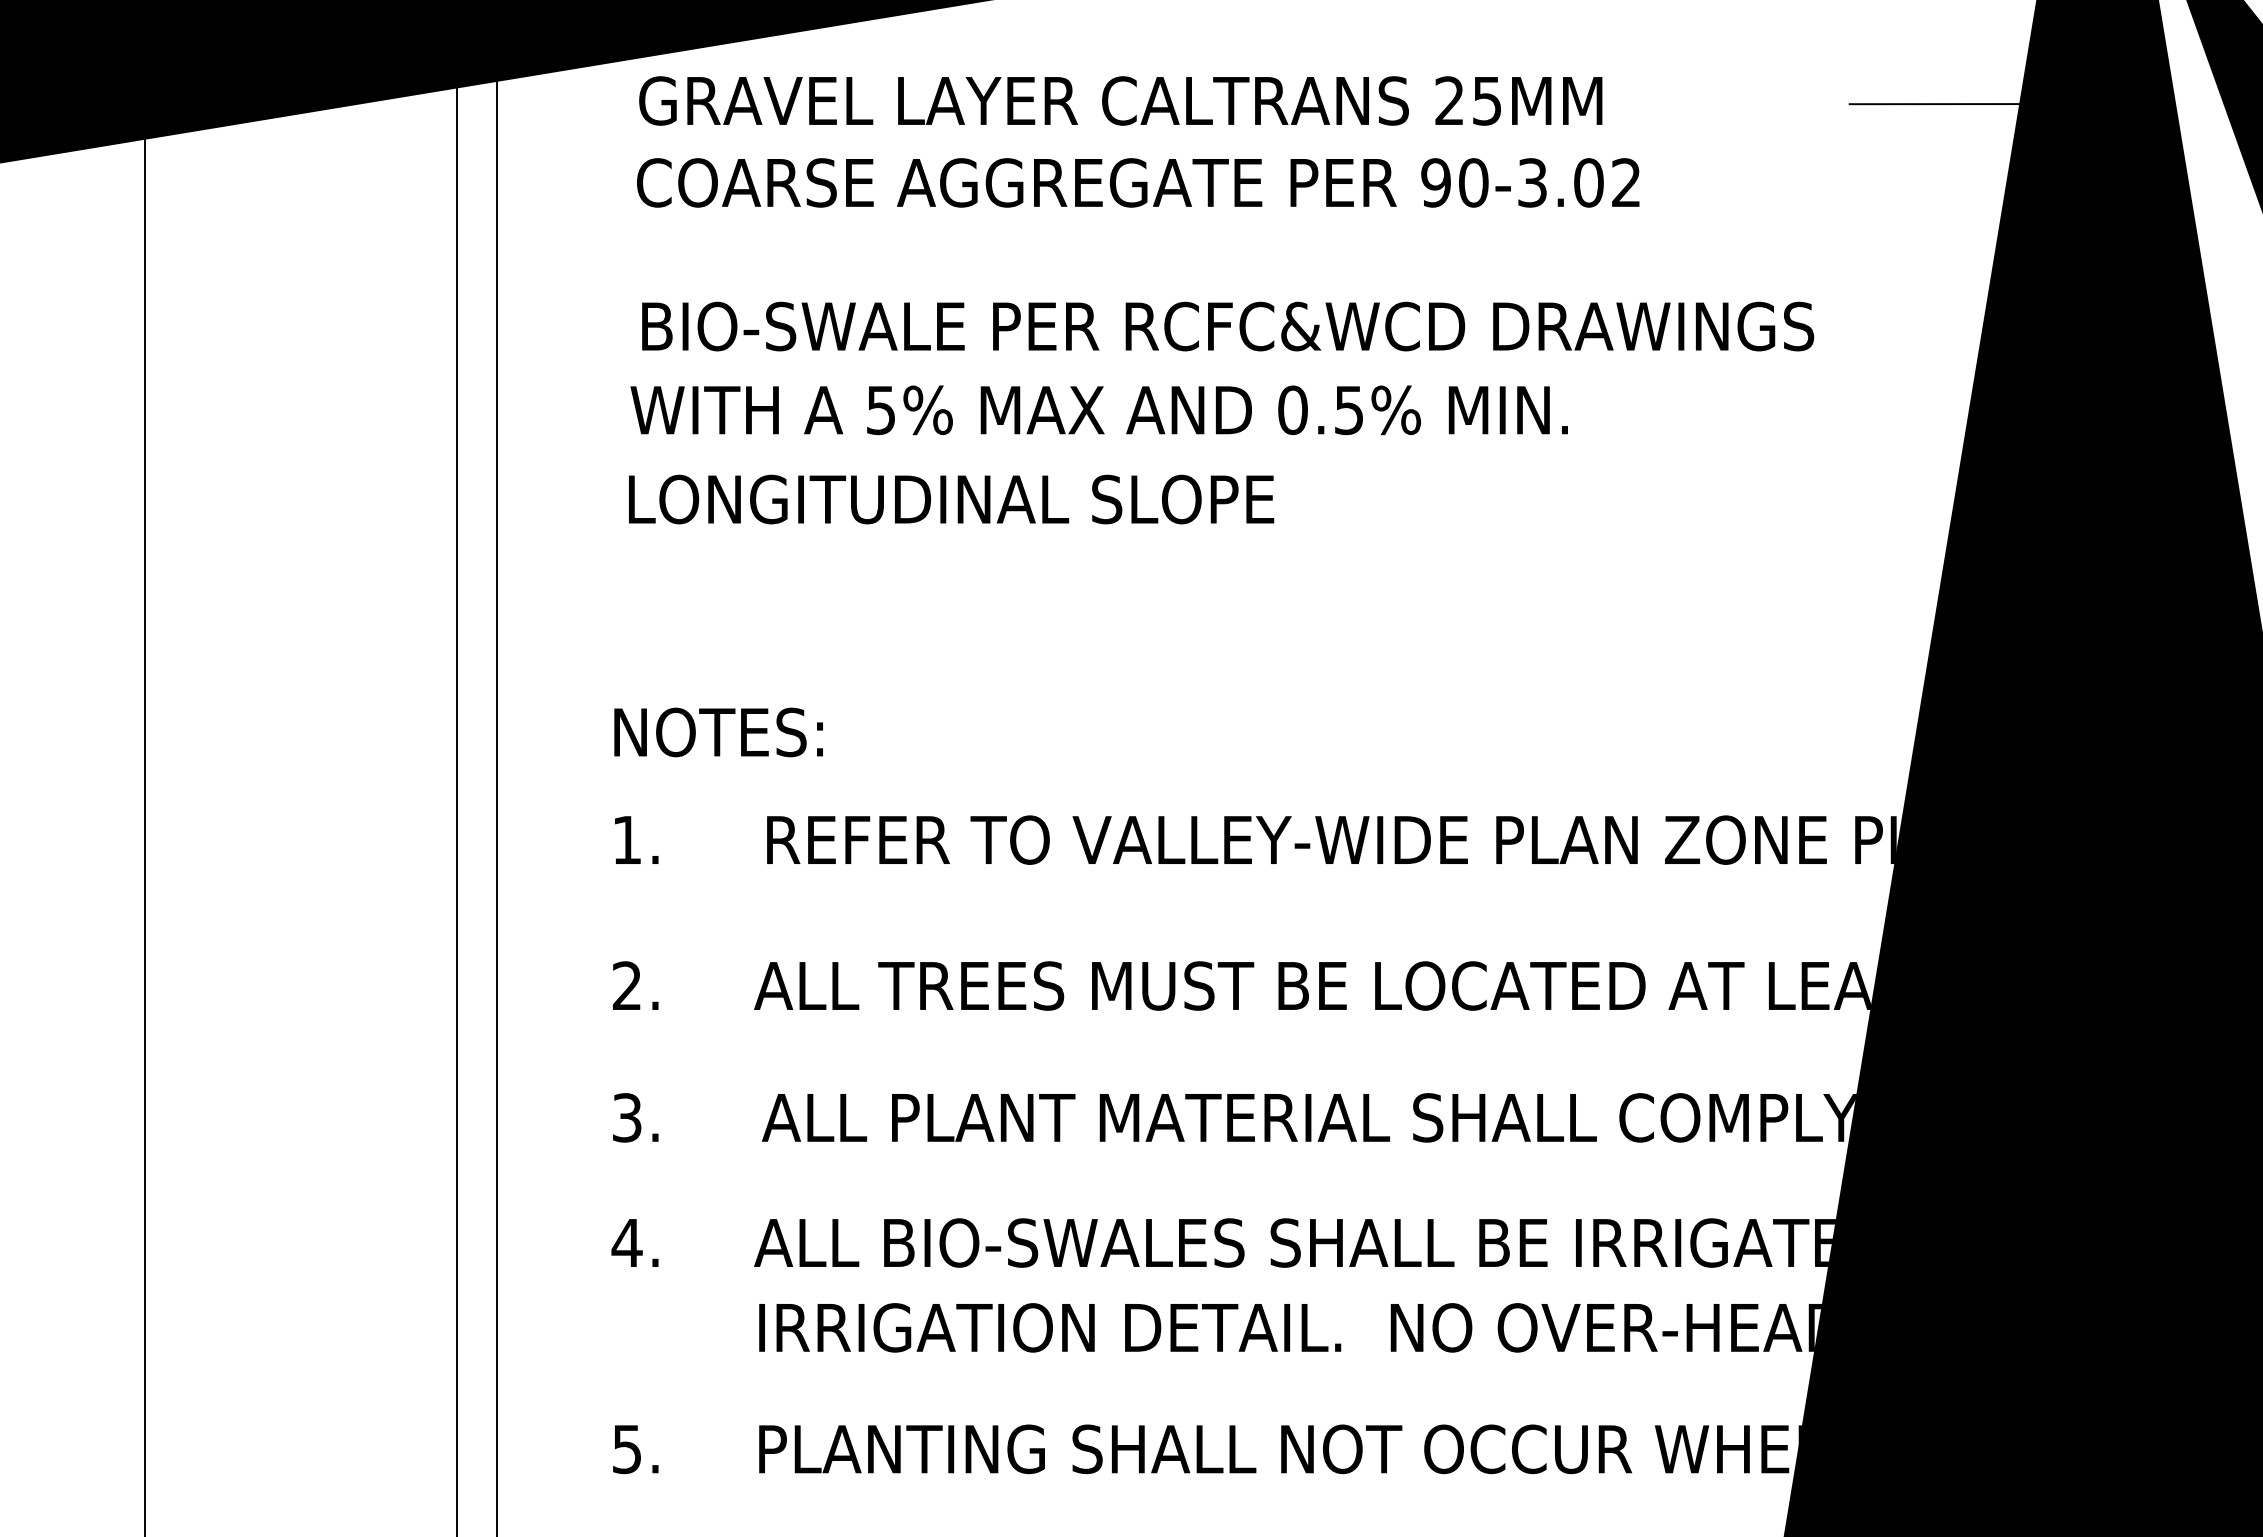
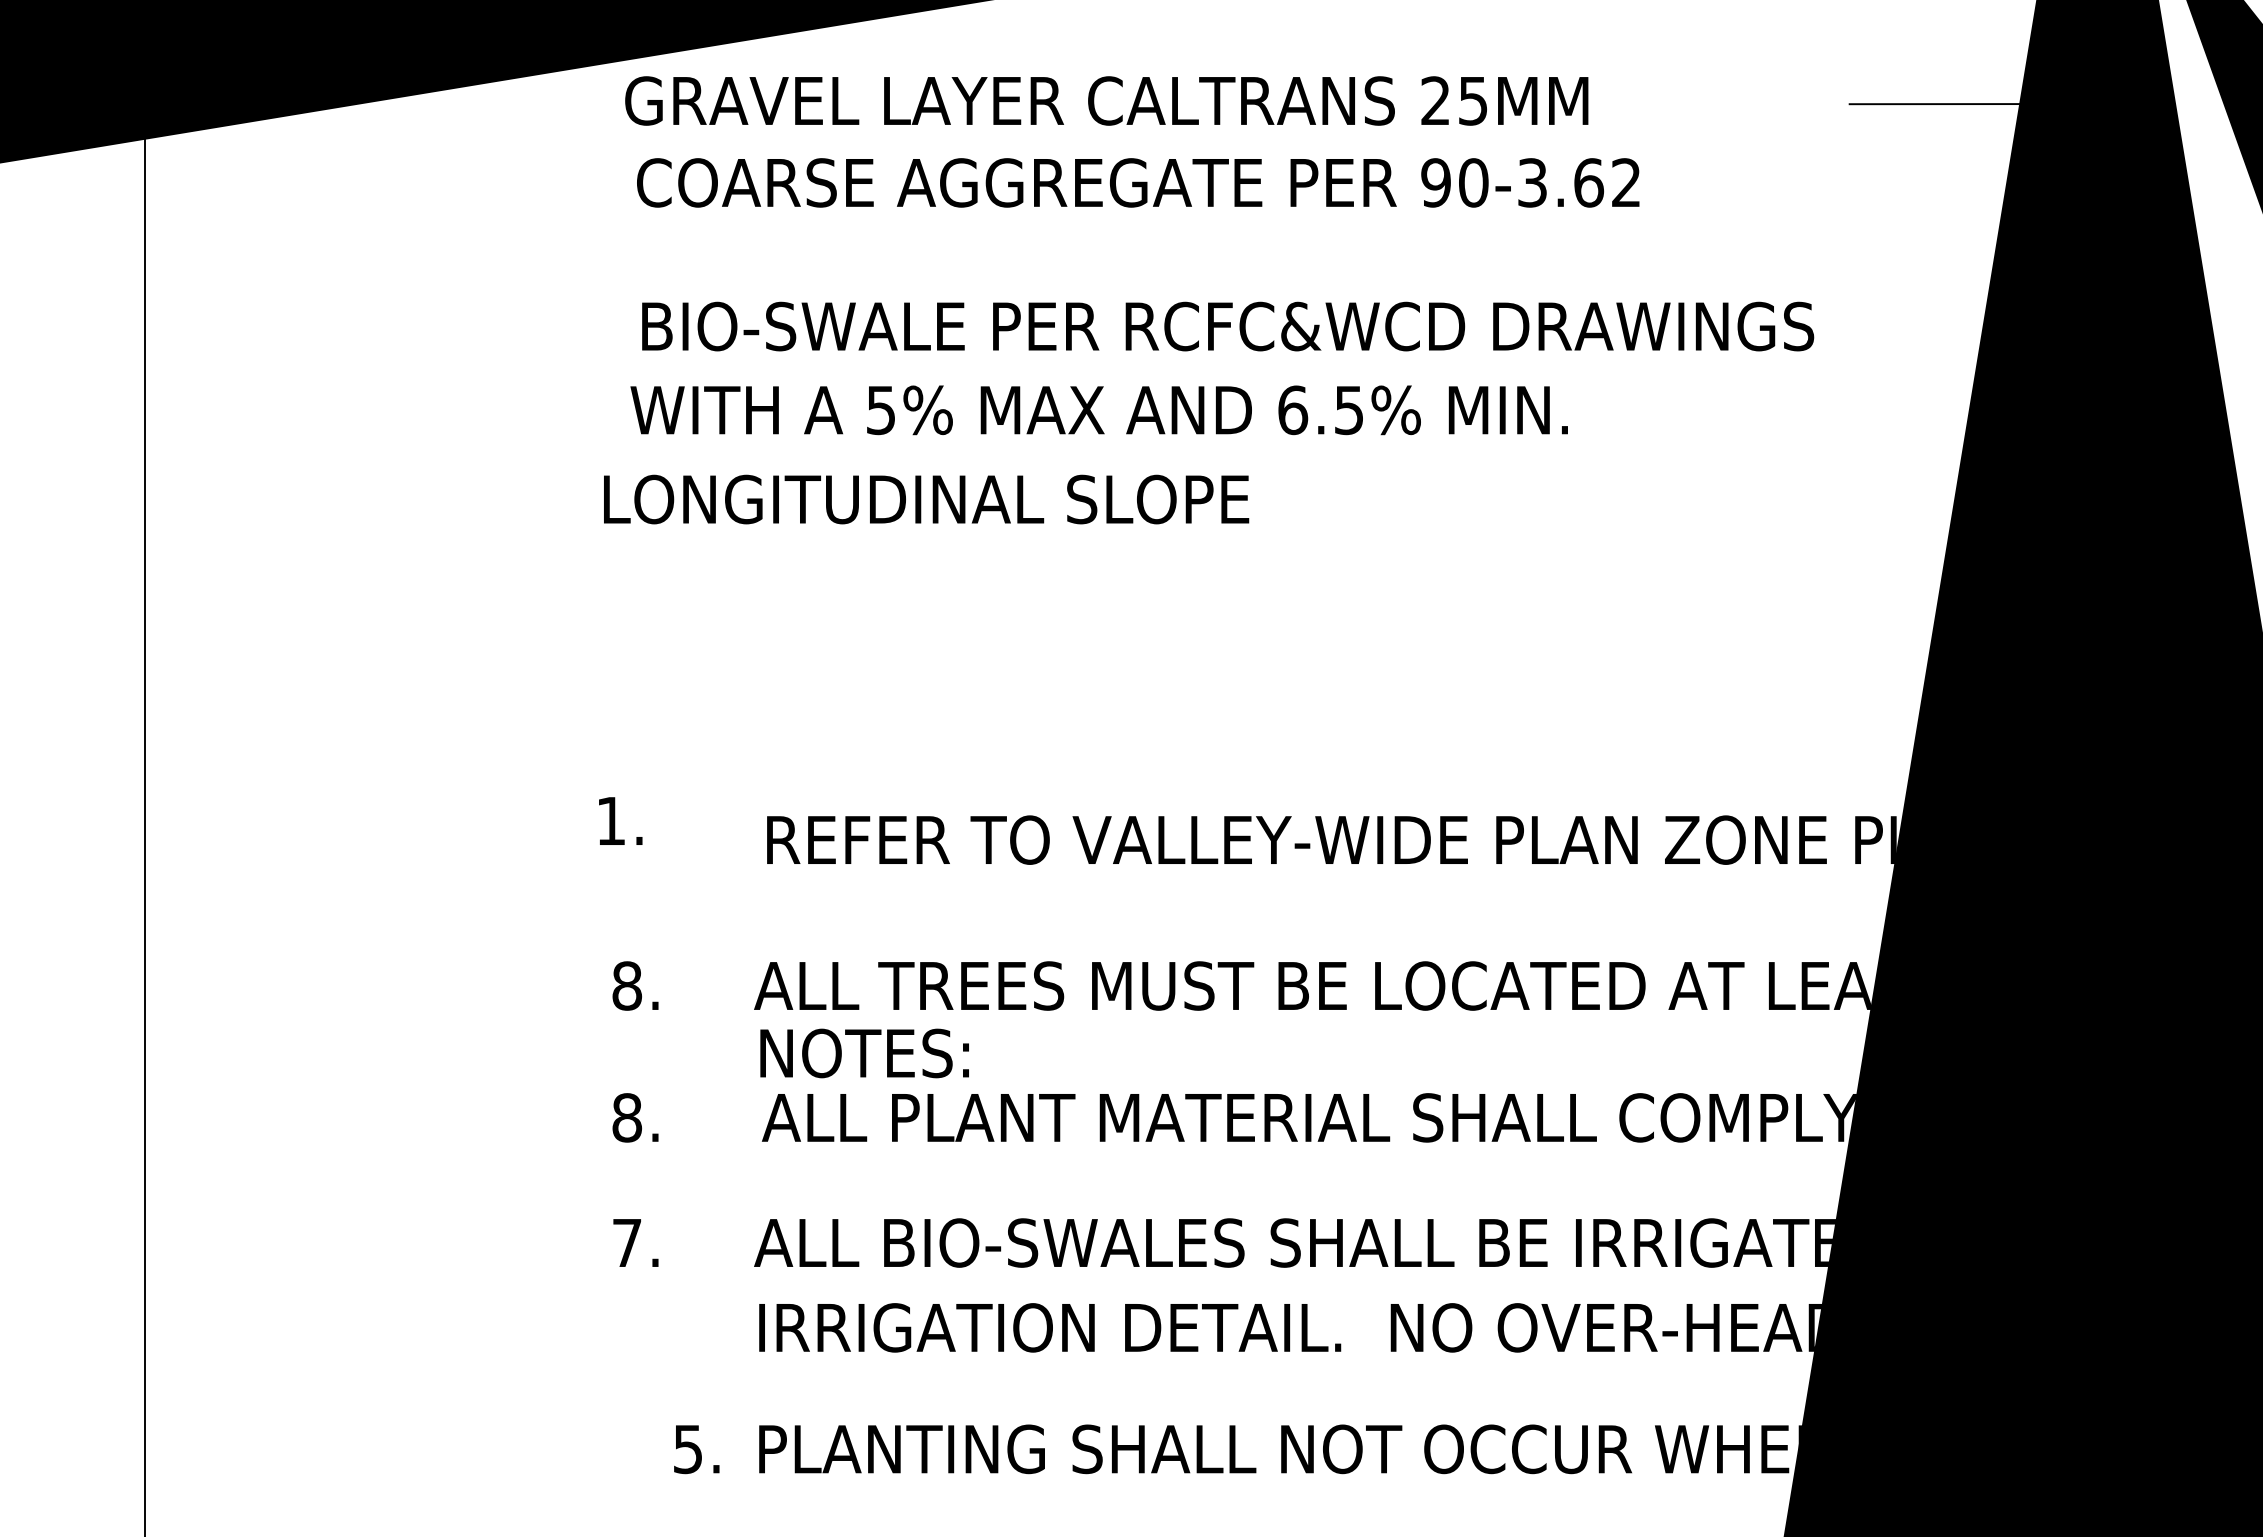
text at (1120, 100) position: (1120, 100) -> (1106, 100)
text at (1589, 182): 90-3.02 -> 90-3.62
text at (1293, 409): 0.5% -> 6.5%
text at (951, 499) position: (951, 499) -> (926, 499)
text at (718, 732) position: (718, 732) -> (864, 1053)
line at (457, 767): present -> none
line at (496, 767): present -> none
text at (636, 839) position: (636, 839) -> (620, 820)
text at (627, 985): 2. -> 8.
text at (627, 1117): 3. -> 8.
text at (626, 1242): 4. -> 7.
text at (635, 1449) position: (635, 1449) -> (696, 1449)
